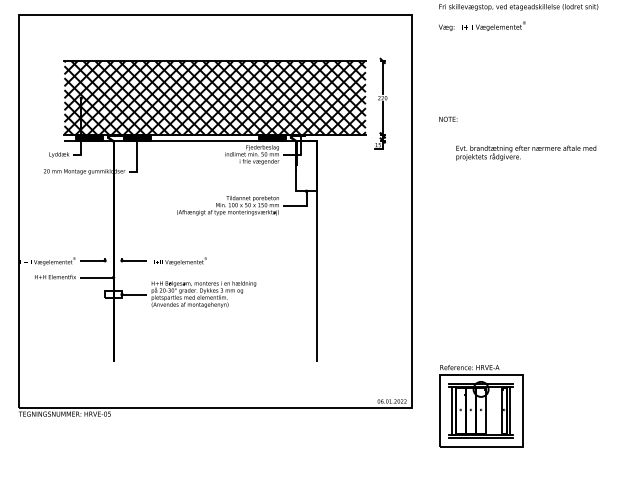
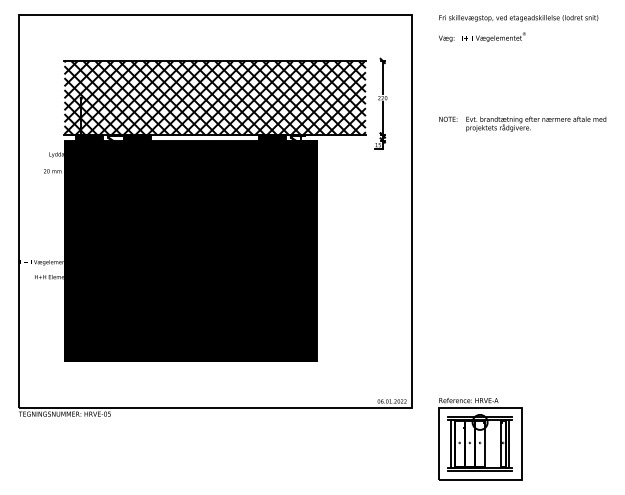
text at (518, 17) position: (518, 17) -> (518, 28)
text at (526, 152) position: (526, 152) -> (536, 123)
fill at (190, 251): none -> present
part at (481, 406) position: (481, 406) -> (480, 439)
